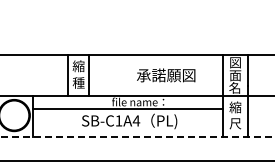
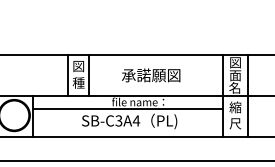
text at (78, 66): 縮 -> 図
text at (166, 75) position: (166, 75) -> (151, 75)
text at (118, 120): SB-C1A4 -> SB-C3A4
line at (137, 137): dashed -> solid
